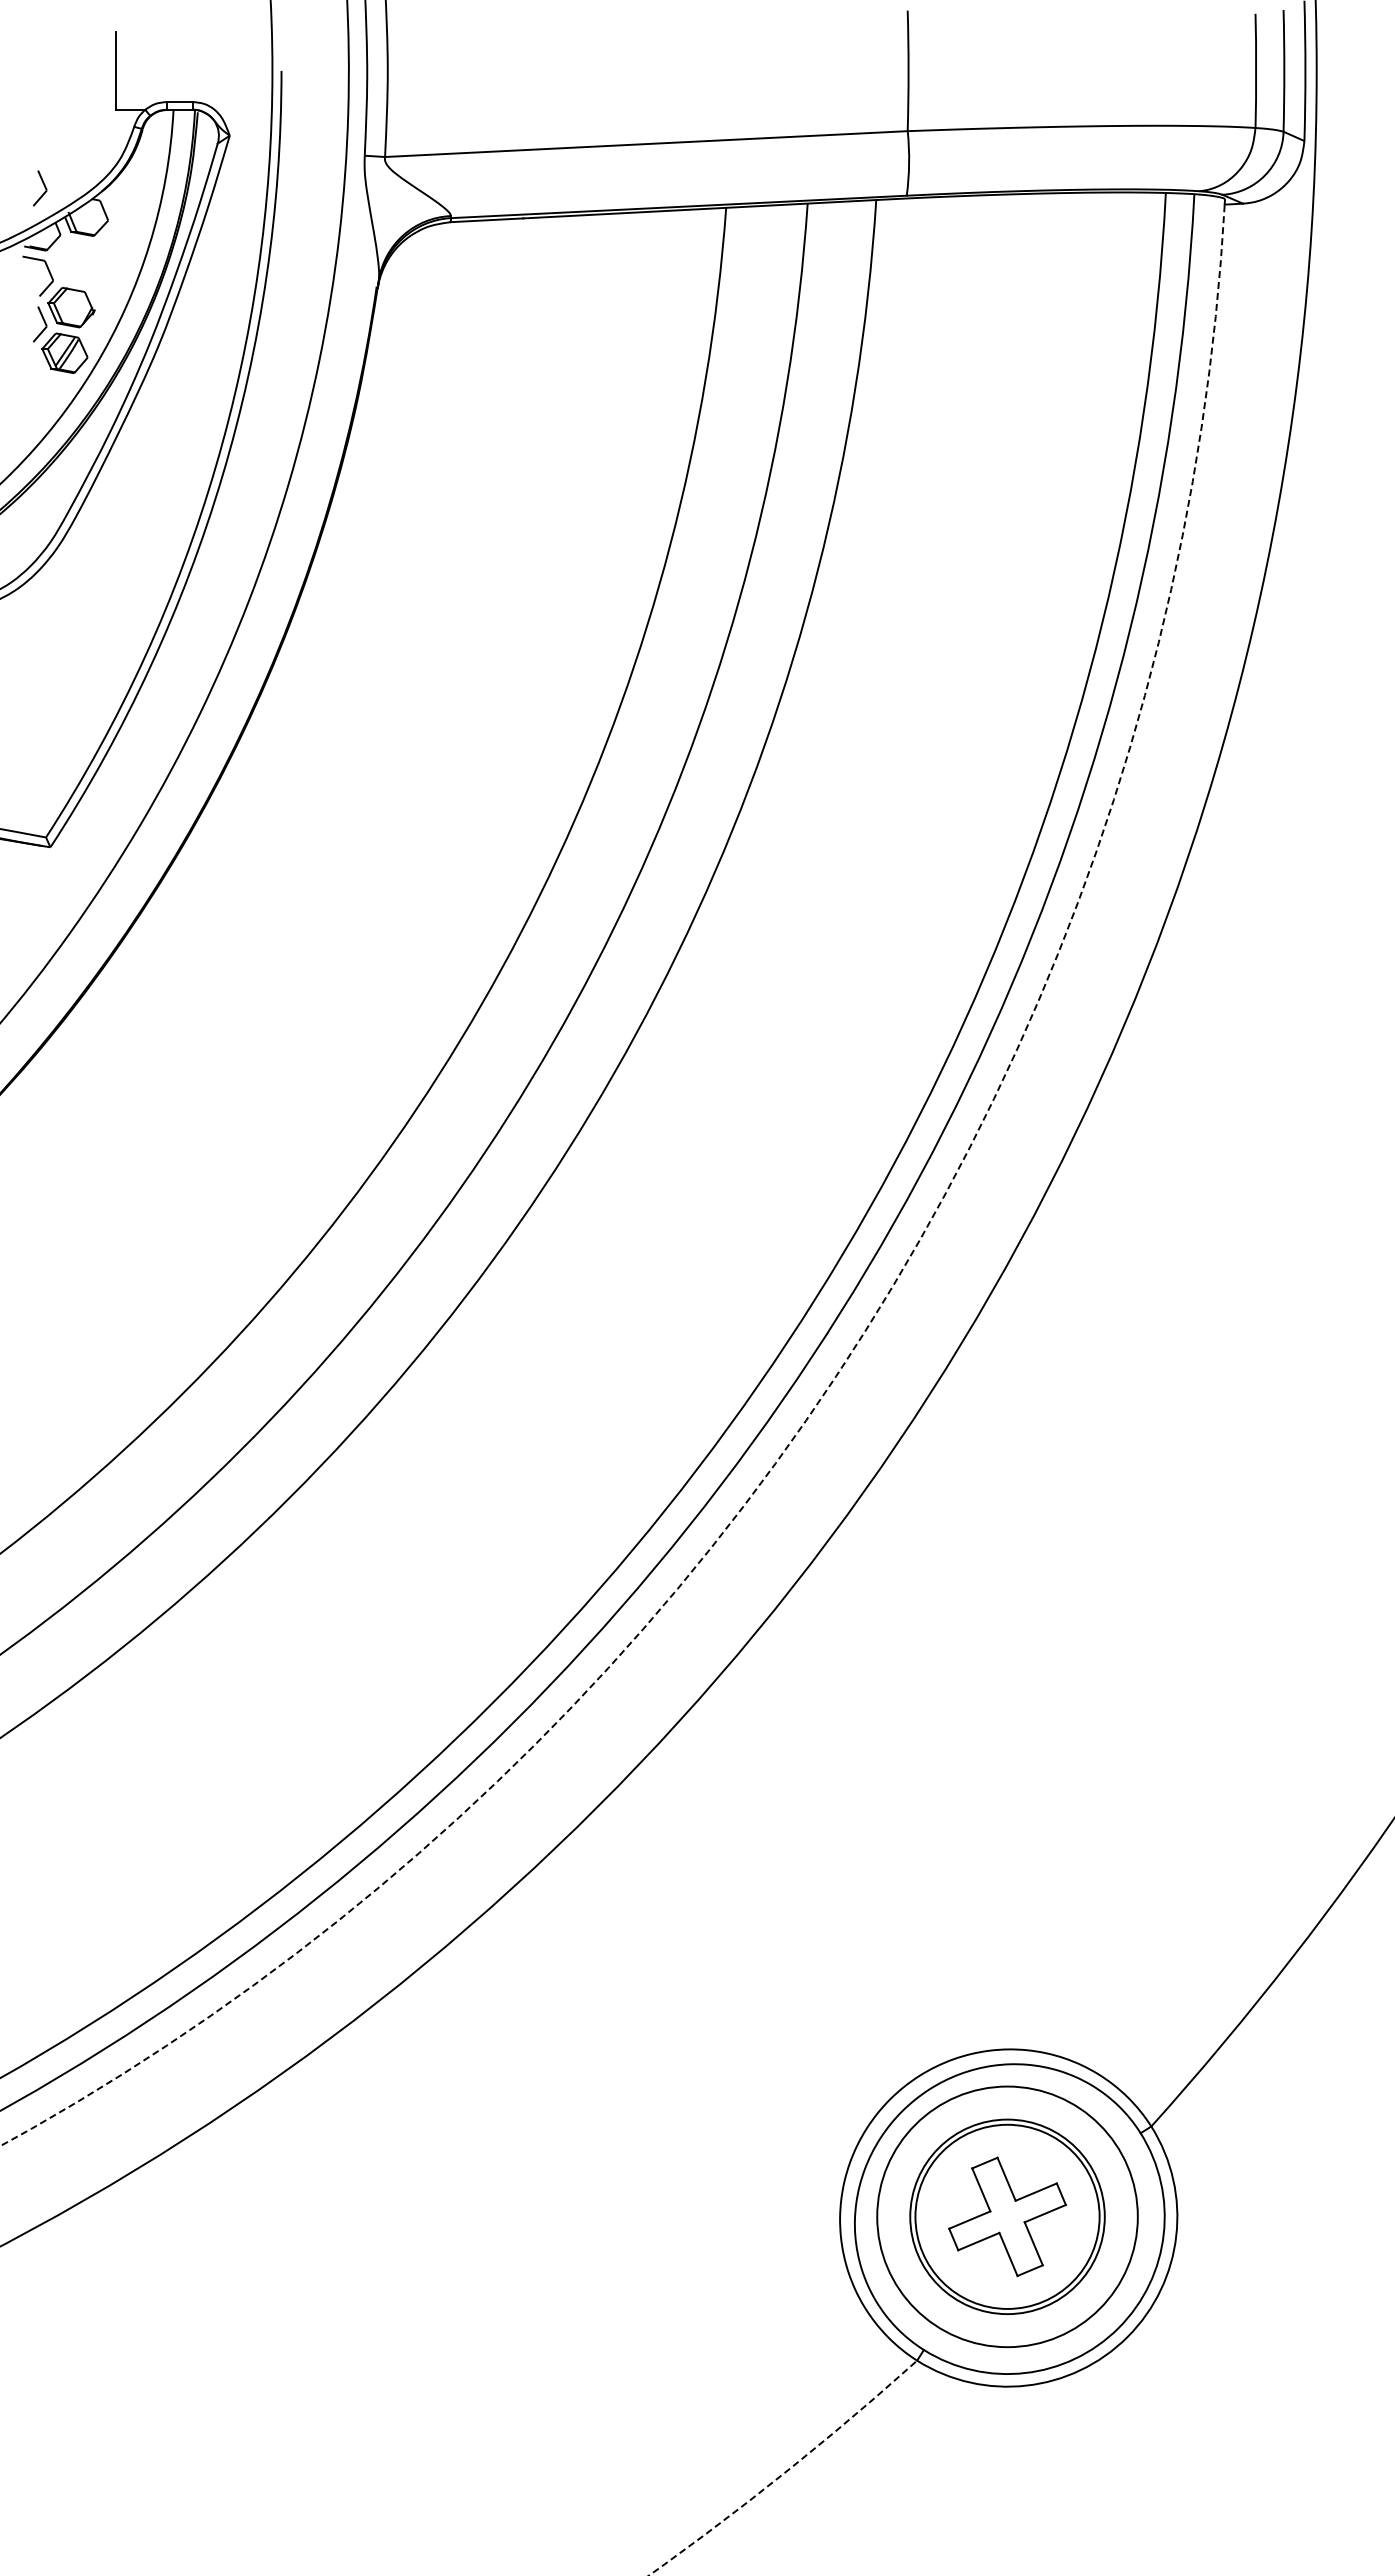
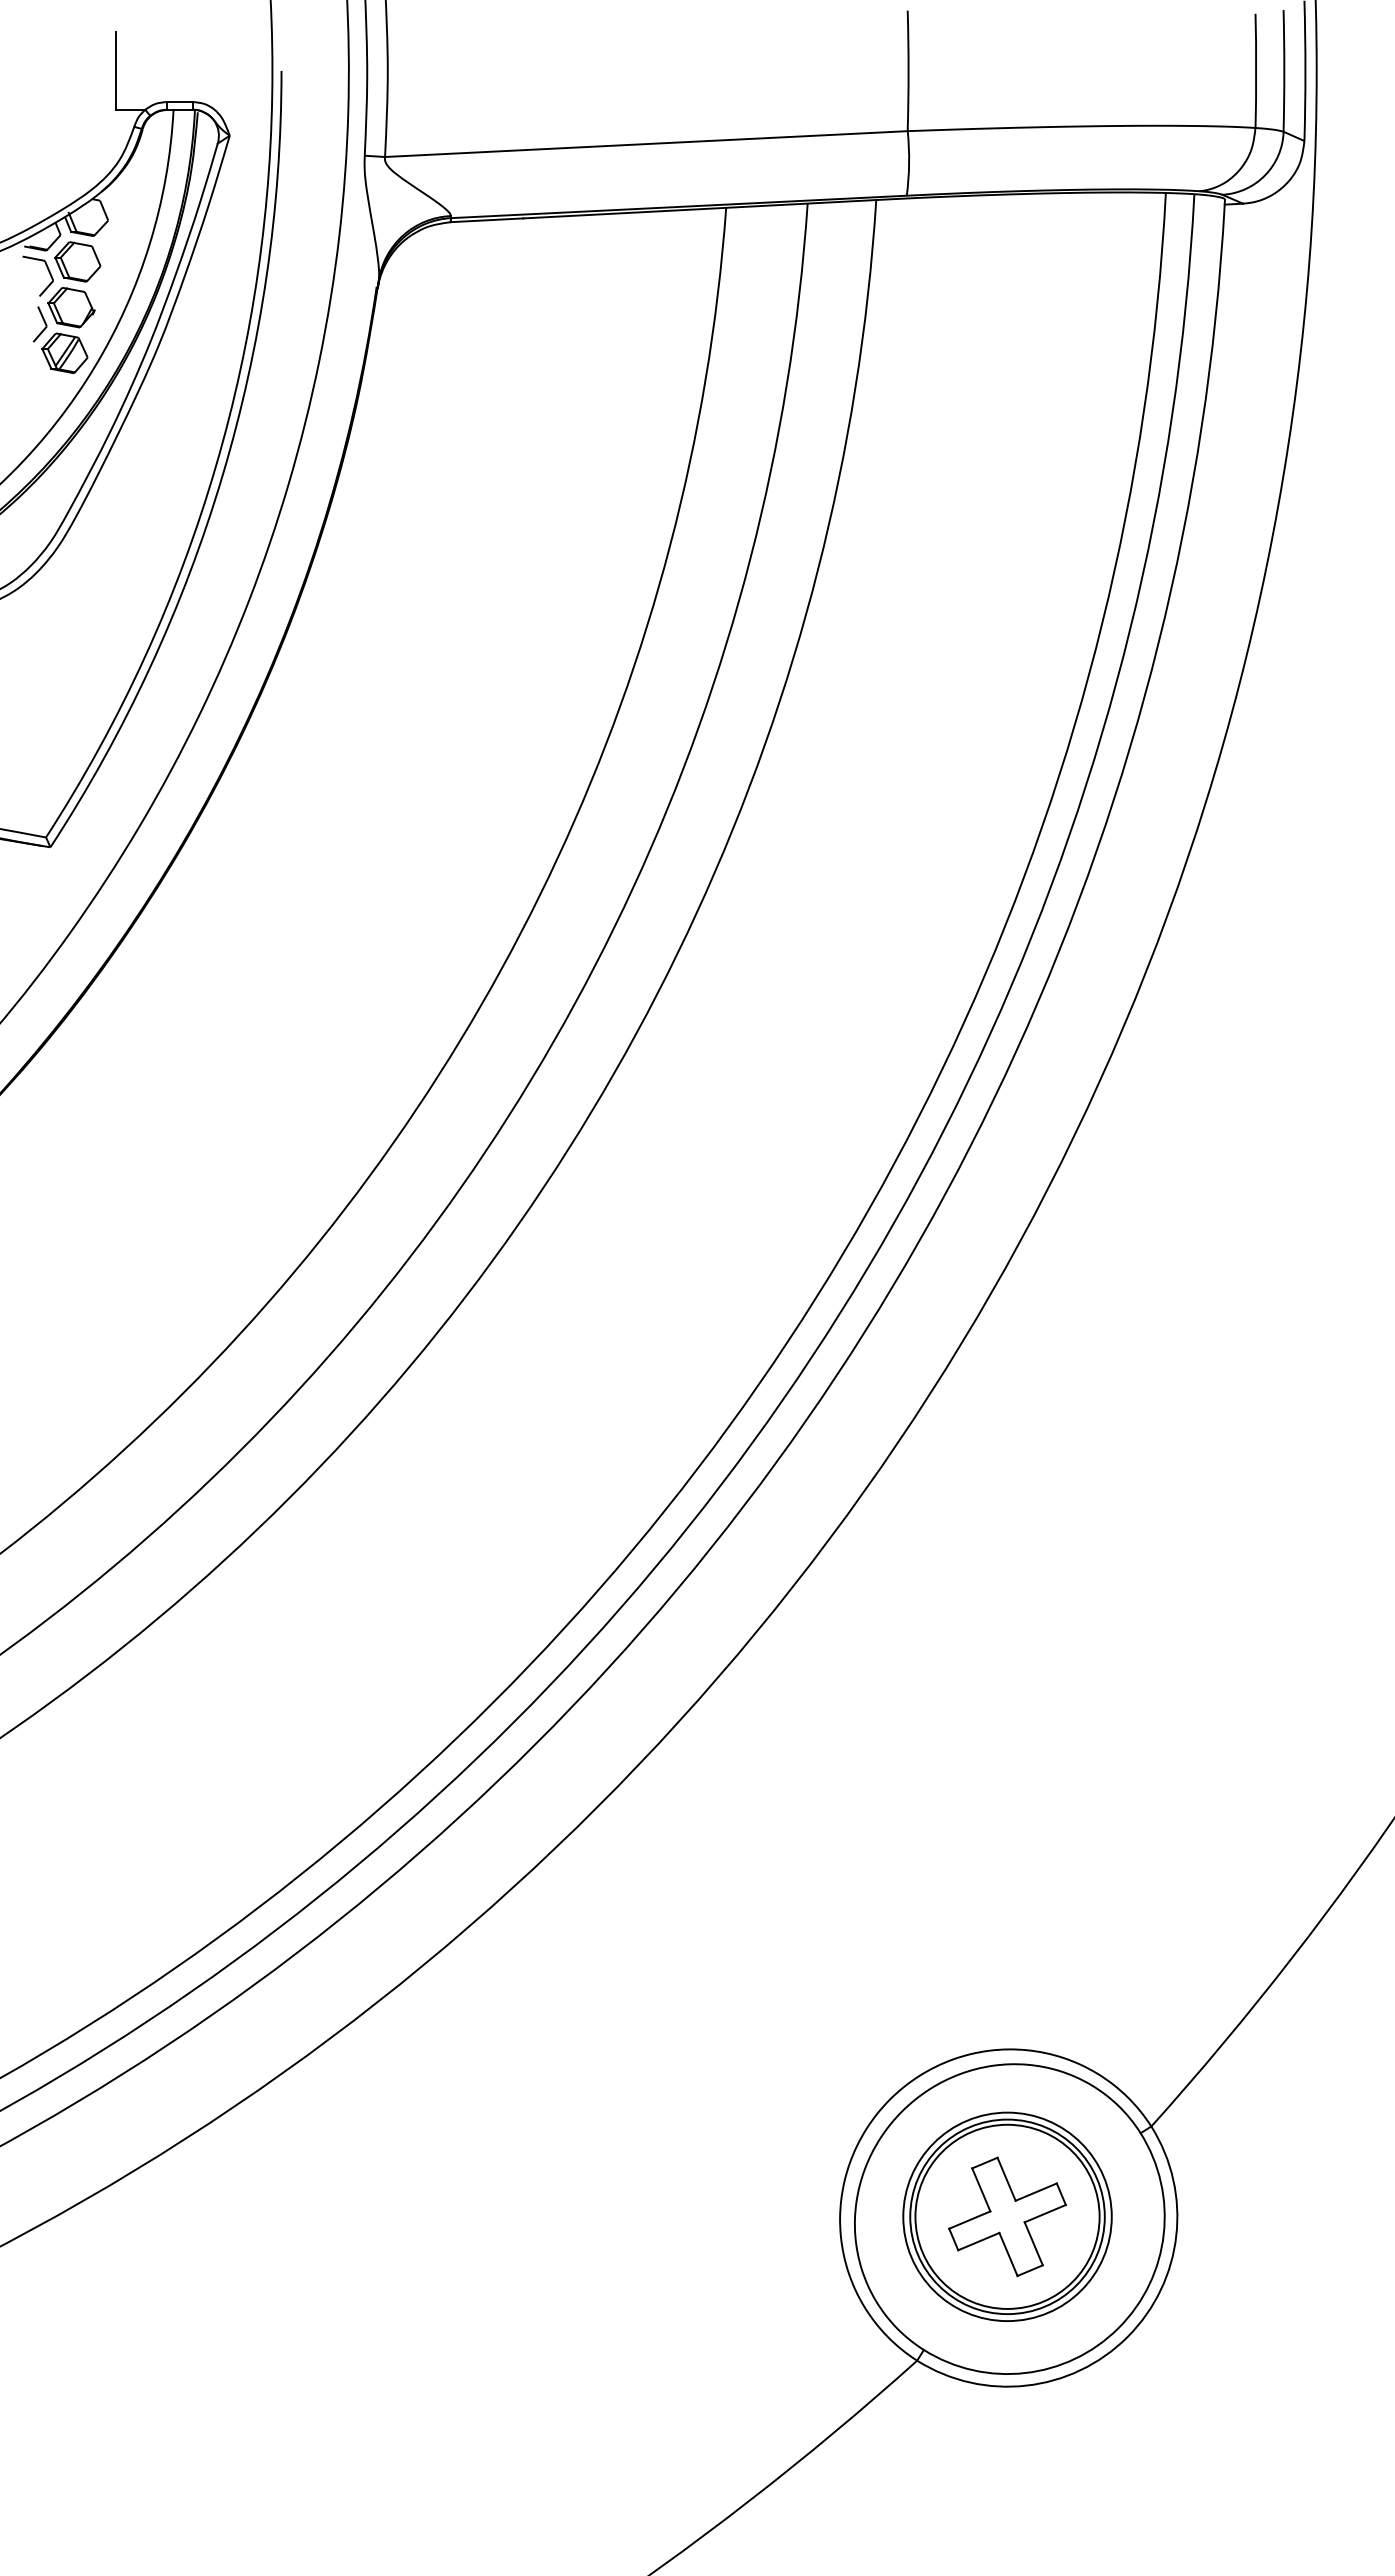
part at (40, 188): present -> none
part at (77, 261): none -> present
arc at (864, 1331): dashed -> solid
circle at (1007, 2216) diameter: 261 px -> 208 px
arc at (786, 2471): dashed -> solid
